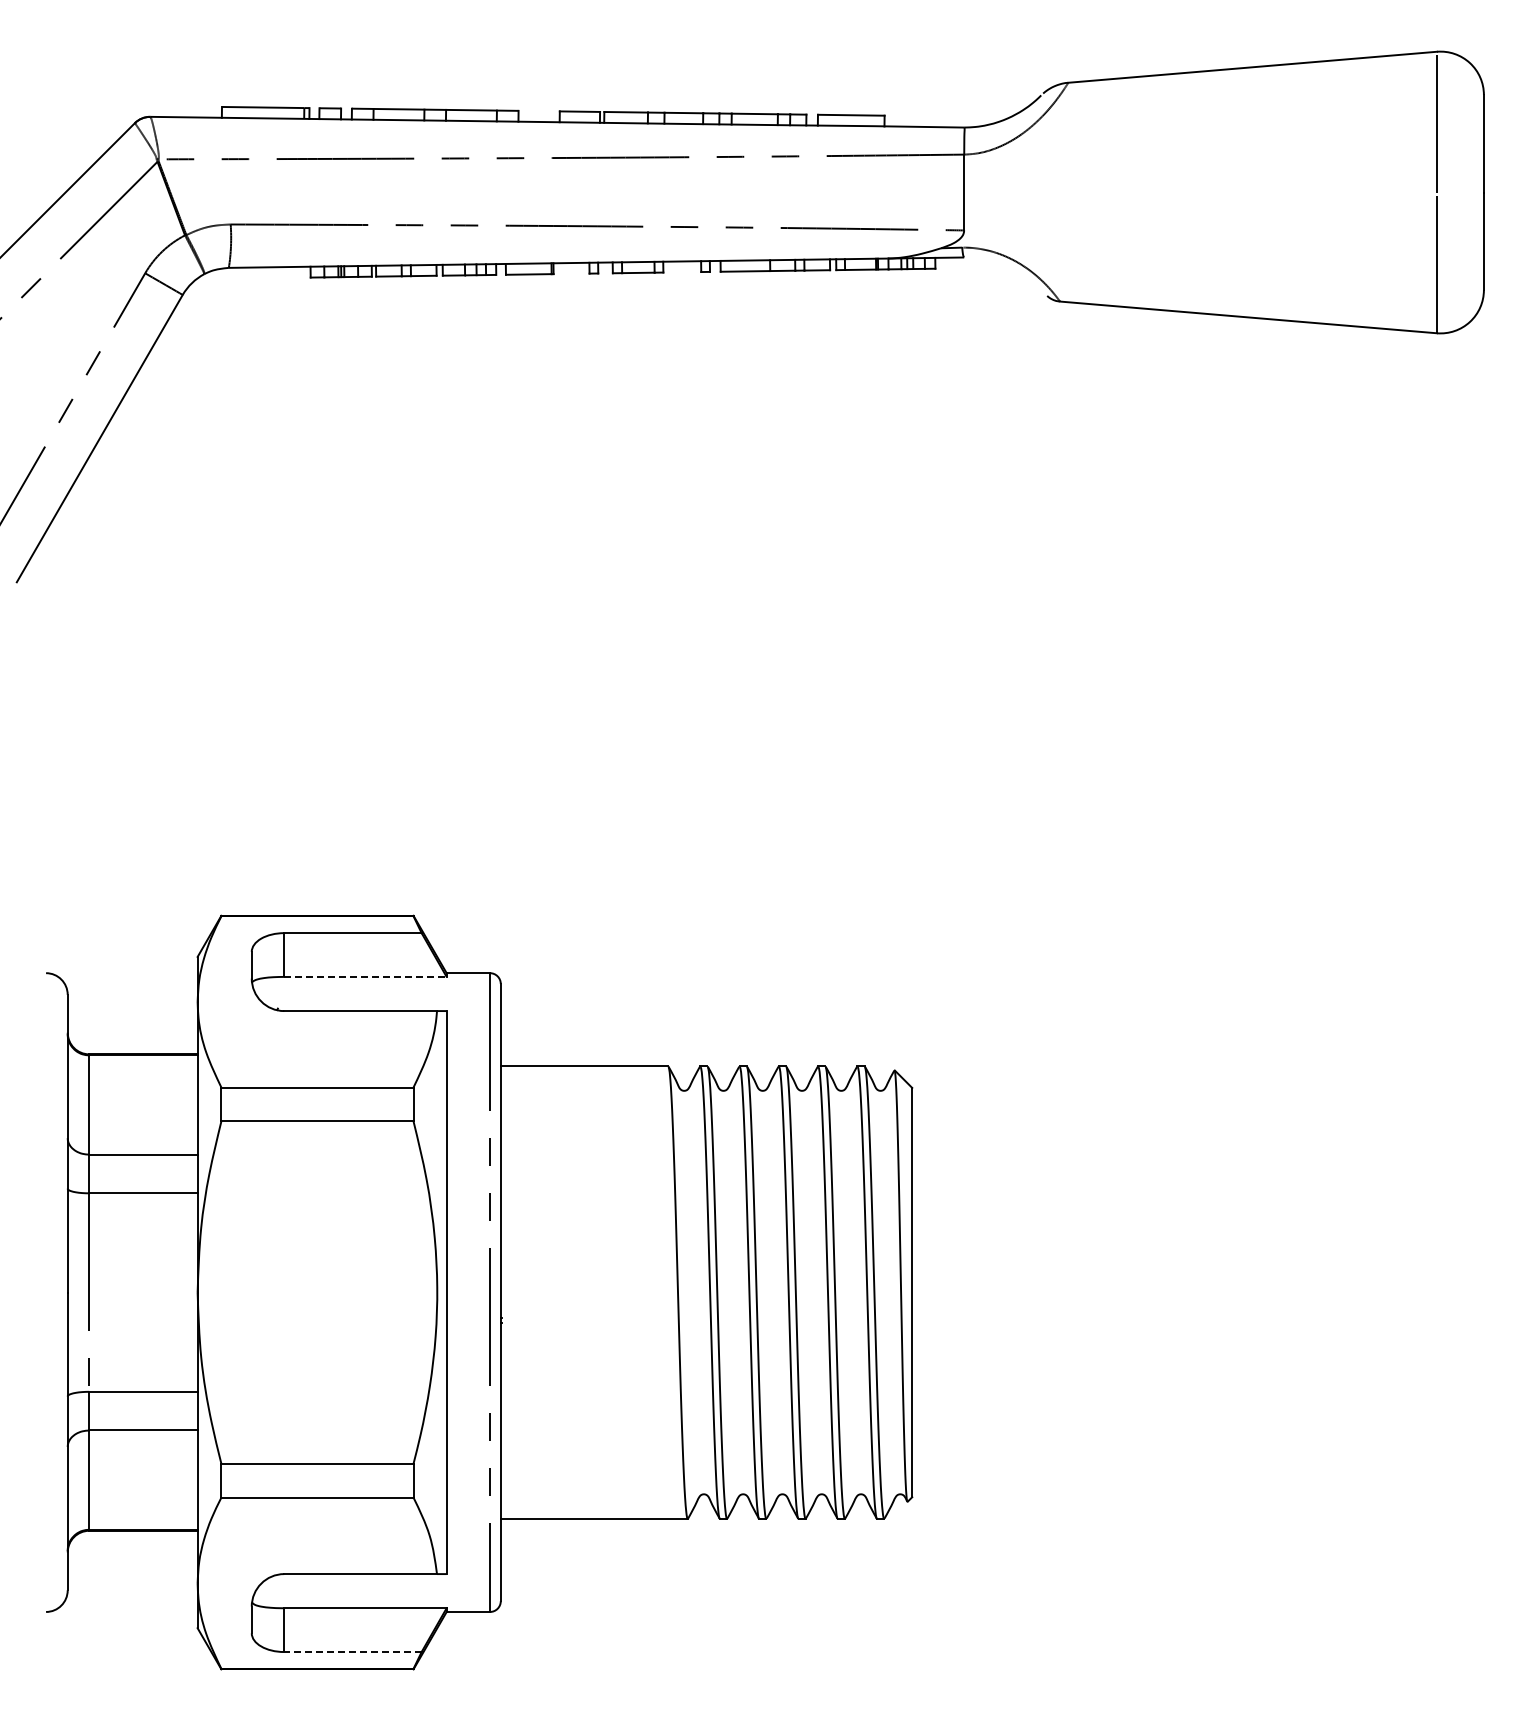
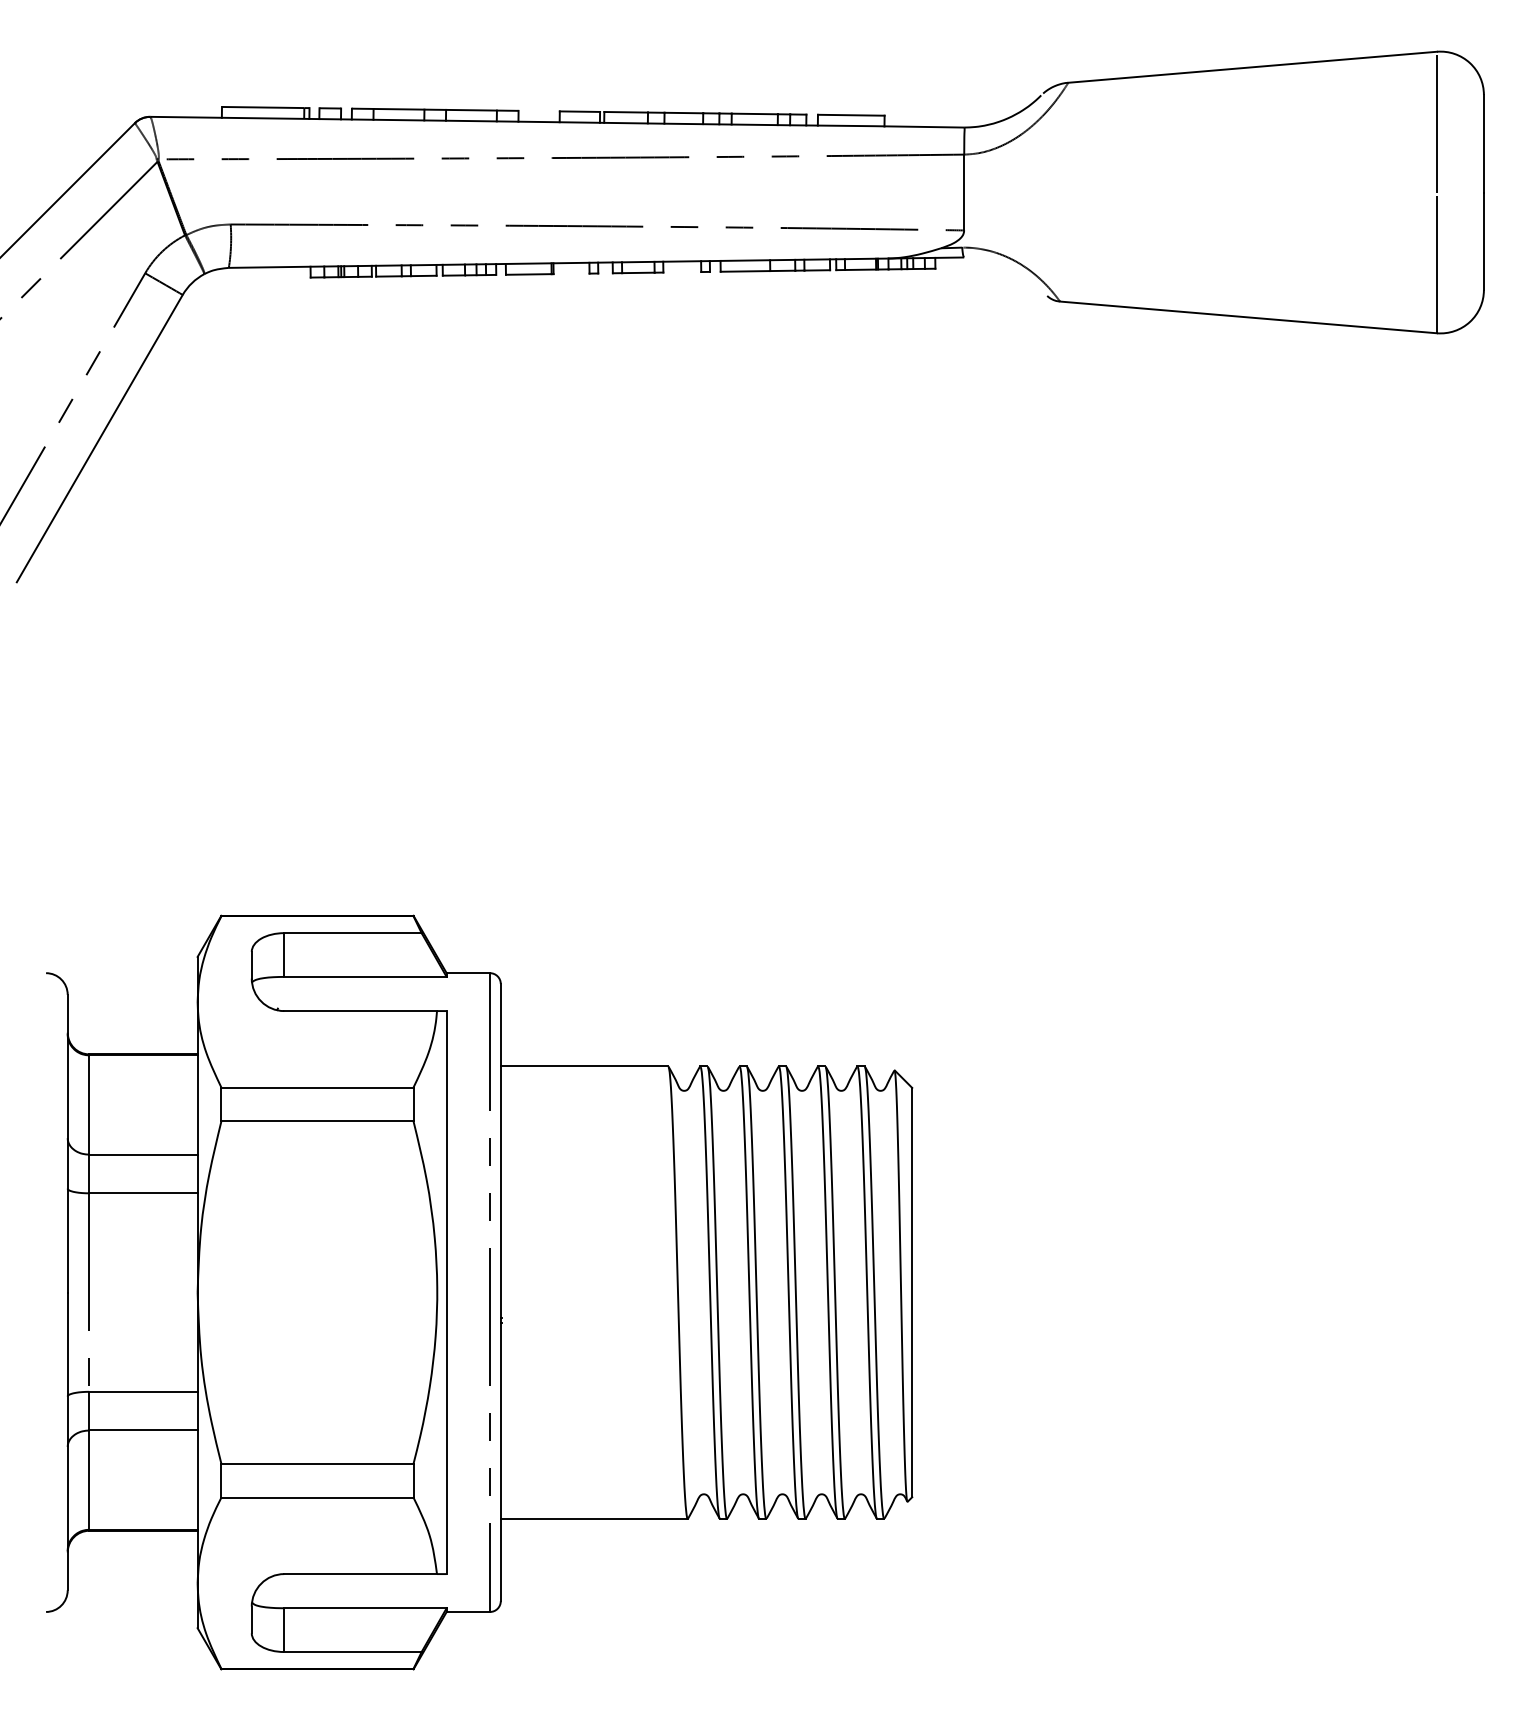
line at (365, 976): dashed -> solid
line at (352, 1652): dashed -> solid
